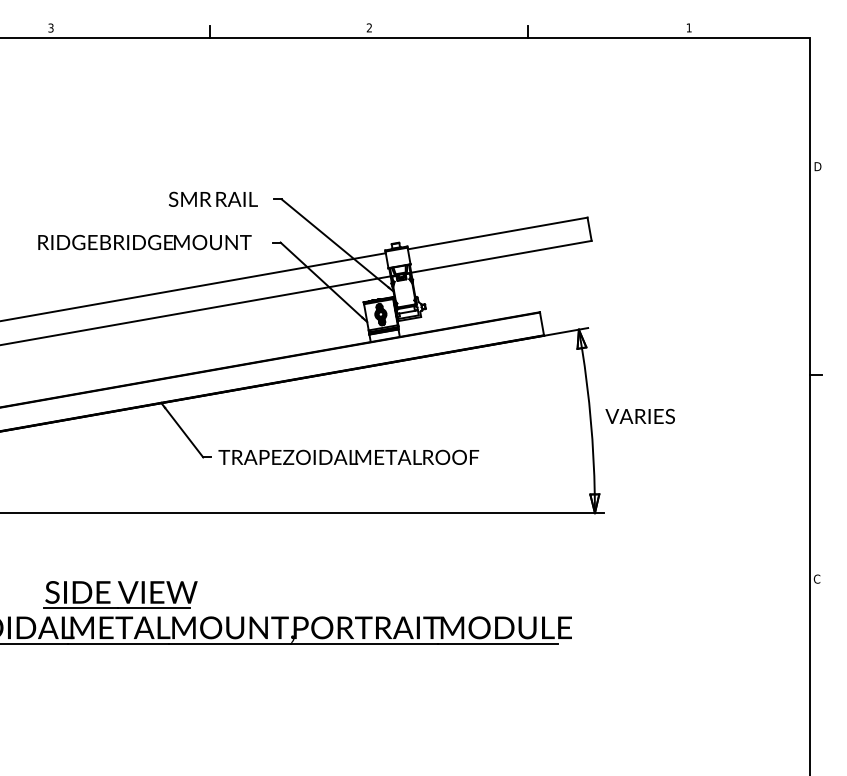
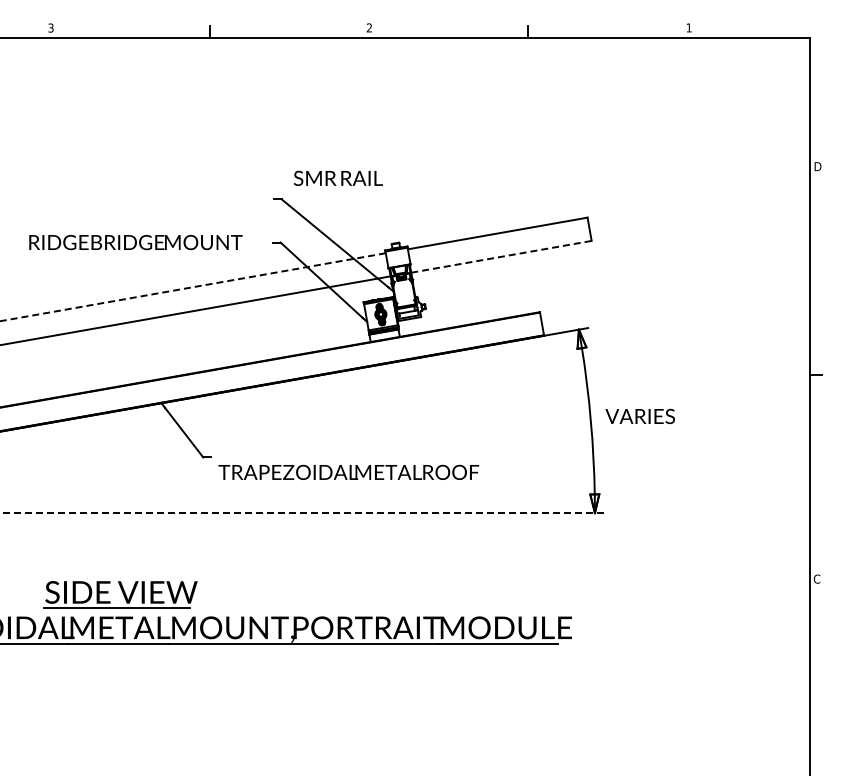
text at (213, 198) position: (213, 198) -> (338, 177)
text at (144, 242) position: (144, 242) -> (135, 242)
line at (501, 256): solid -> dashed
line at (192, 287): solid -> dashed
text at (348, 456) position: (348, 456) -> (348, 471)
line at (301, 513): solid -> dashed
